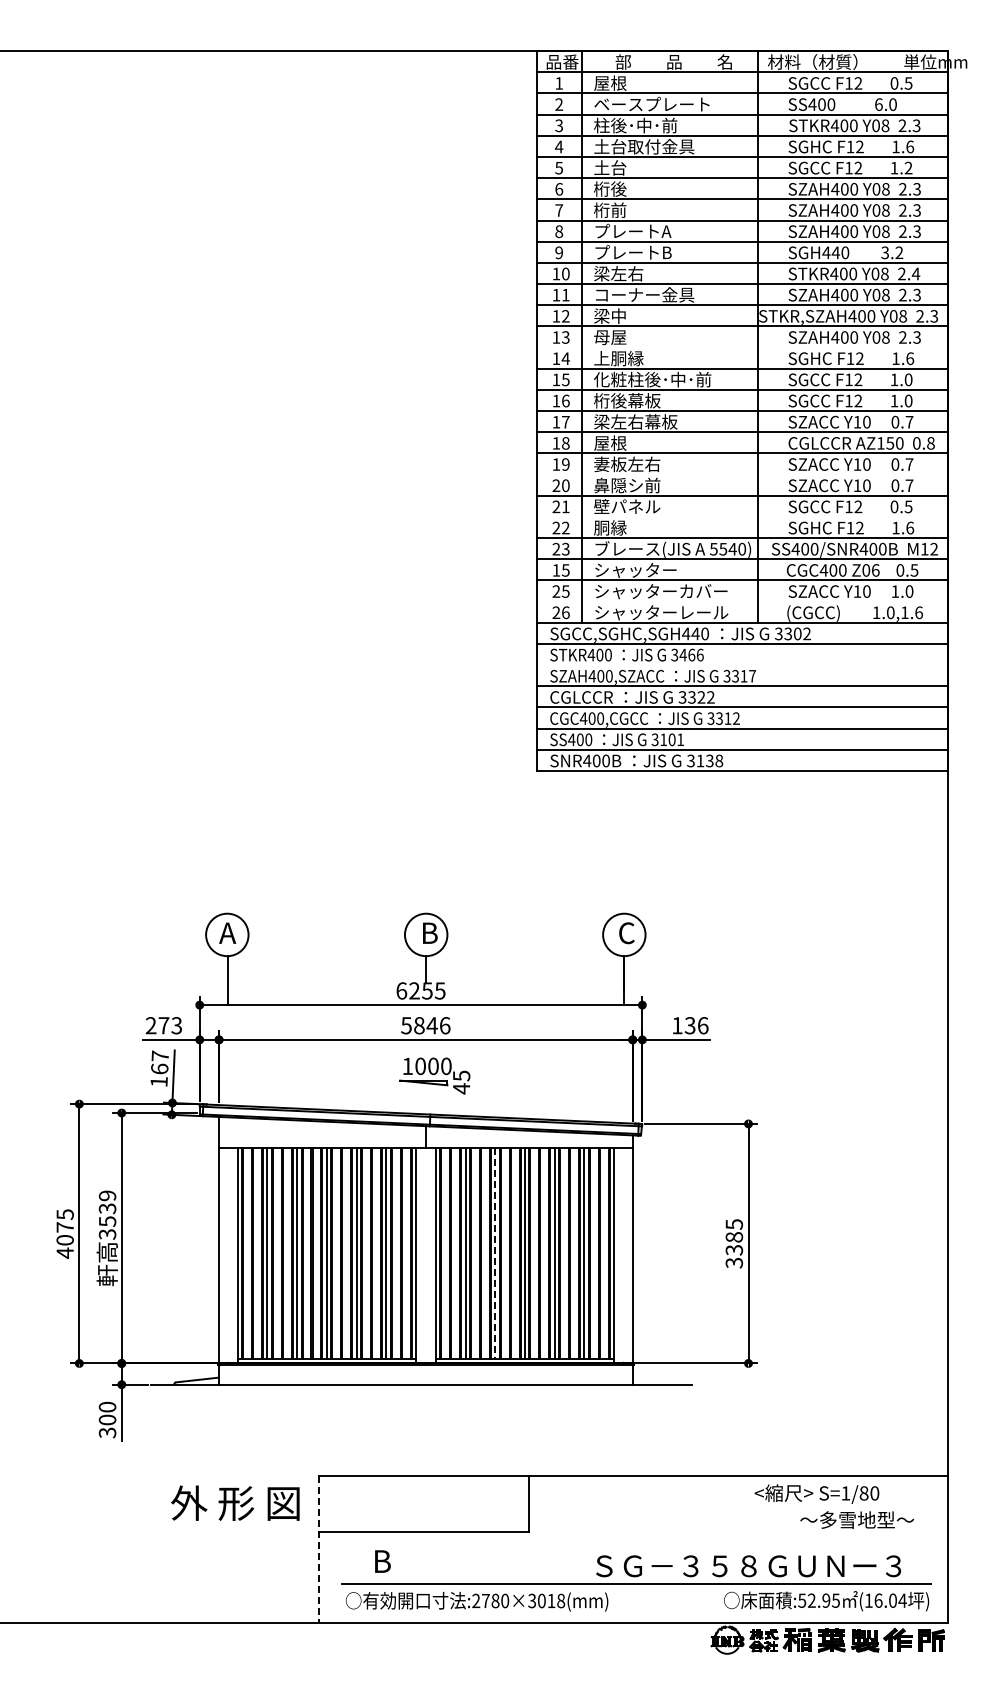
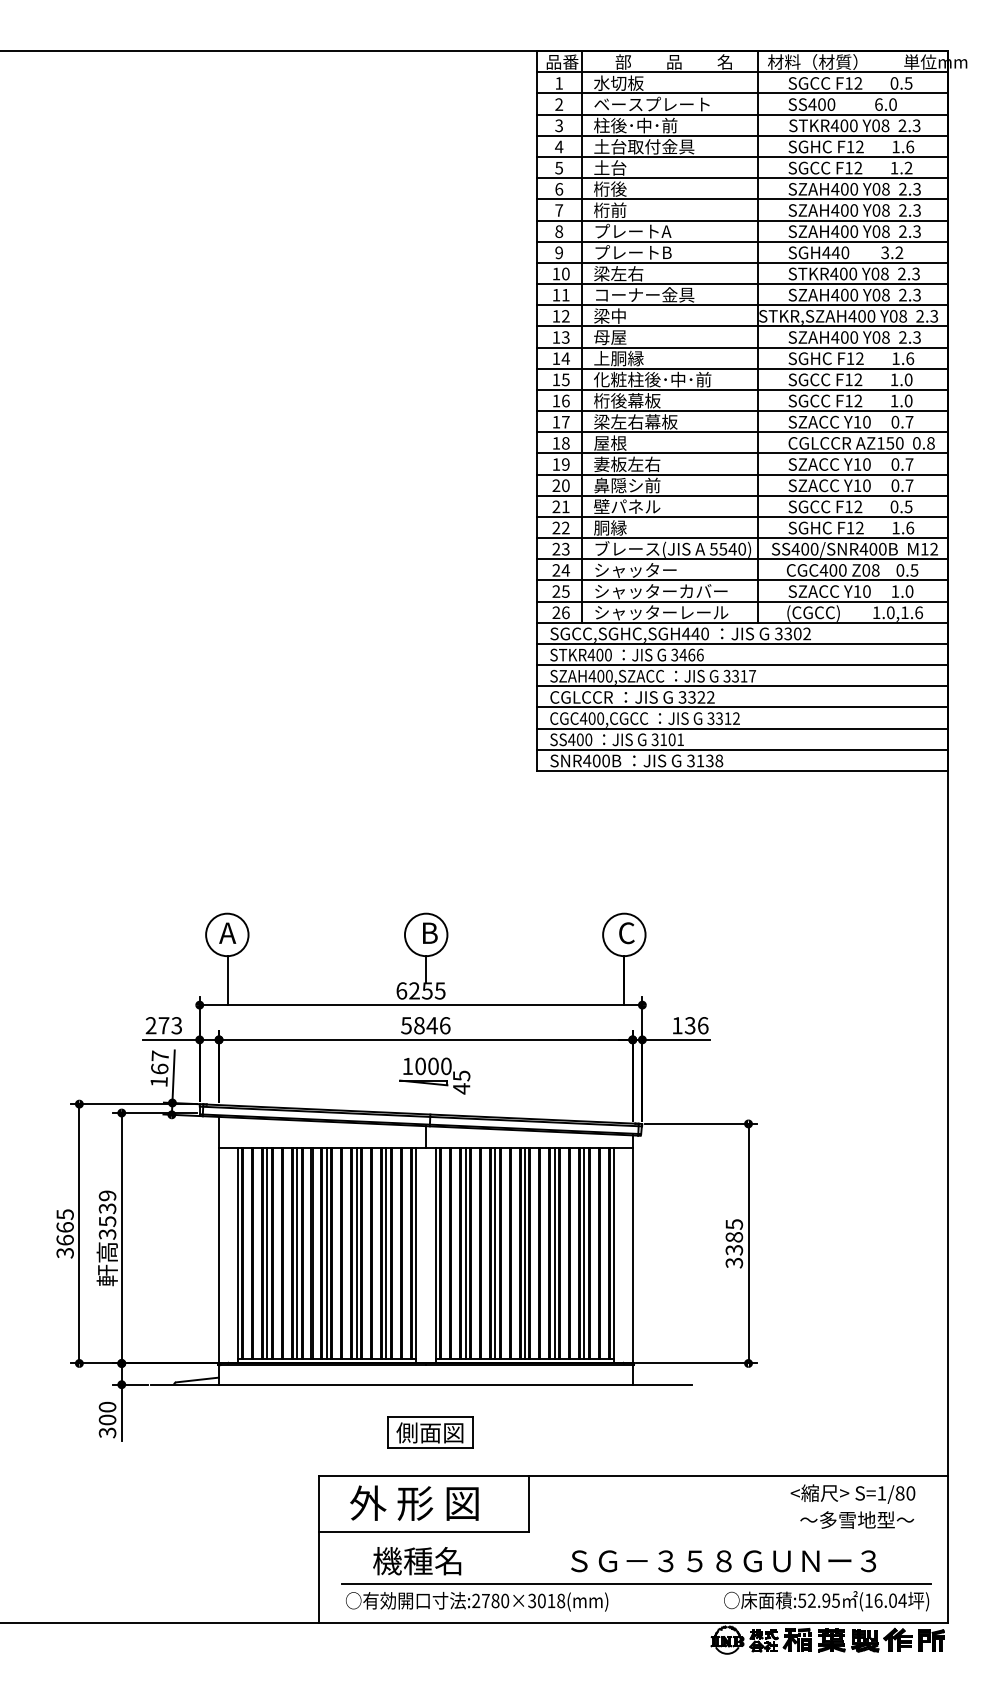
text at (618, 82): 屋根 -> 水切板
text at (915, 273): 2.4 -> 2.3
line at (741, 347): none -> present
line at (741, 474): none -> present
line at (741, 516): none -> present
text at (560, 570): 15 -> 24
text at (875, 570): Z06 -> Z08
line at (741, 601): none -> present
line at (741, 665): none -> present
text at (64, 1240): 4075 -> 3665
line at (495, 1253): dashed -> solid
part at (430, 1432): none -> present
text at (816, 1493) position: (816, 1493) -> (852, 1493)
text at (235, 1502) position: (235, 1502) -> (414, 1502)
line at (319, 1549): dashed -> solid
text at (417, 1561): B -> 機種名
text at (748, 1566) position: (748, 1566) -> (723, 1561)
